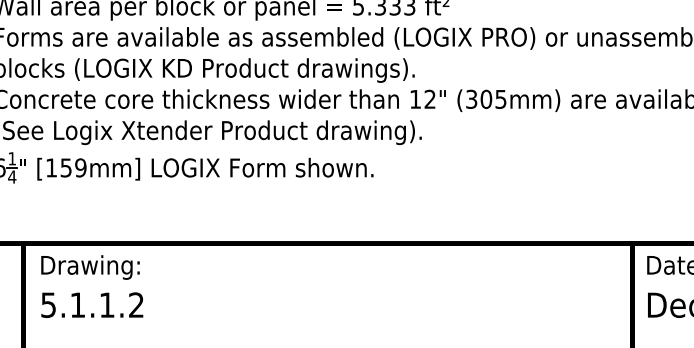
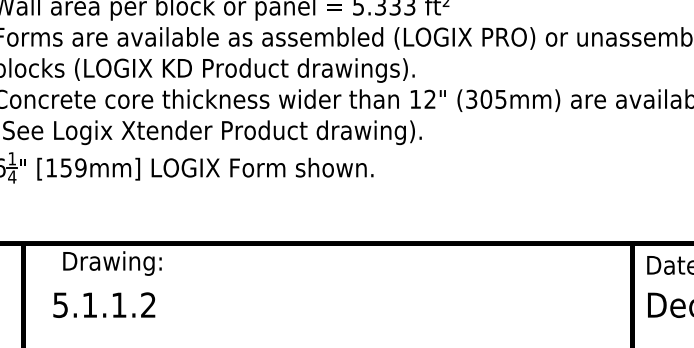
text at (90, 267) position: (90, 267) -> (112, 263)
text at (92, 304) position: (92, 304) -> (104, 304)
